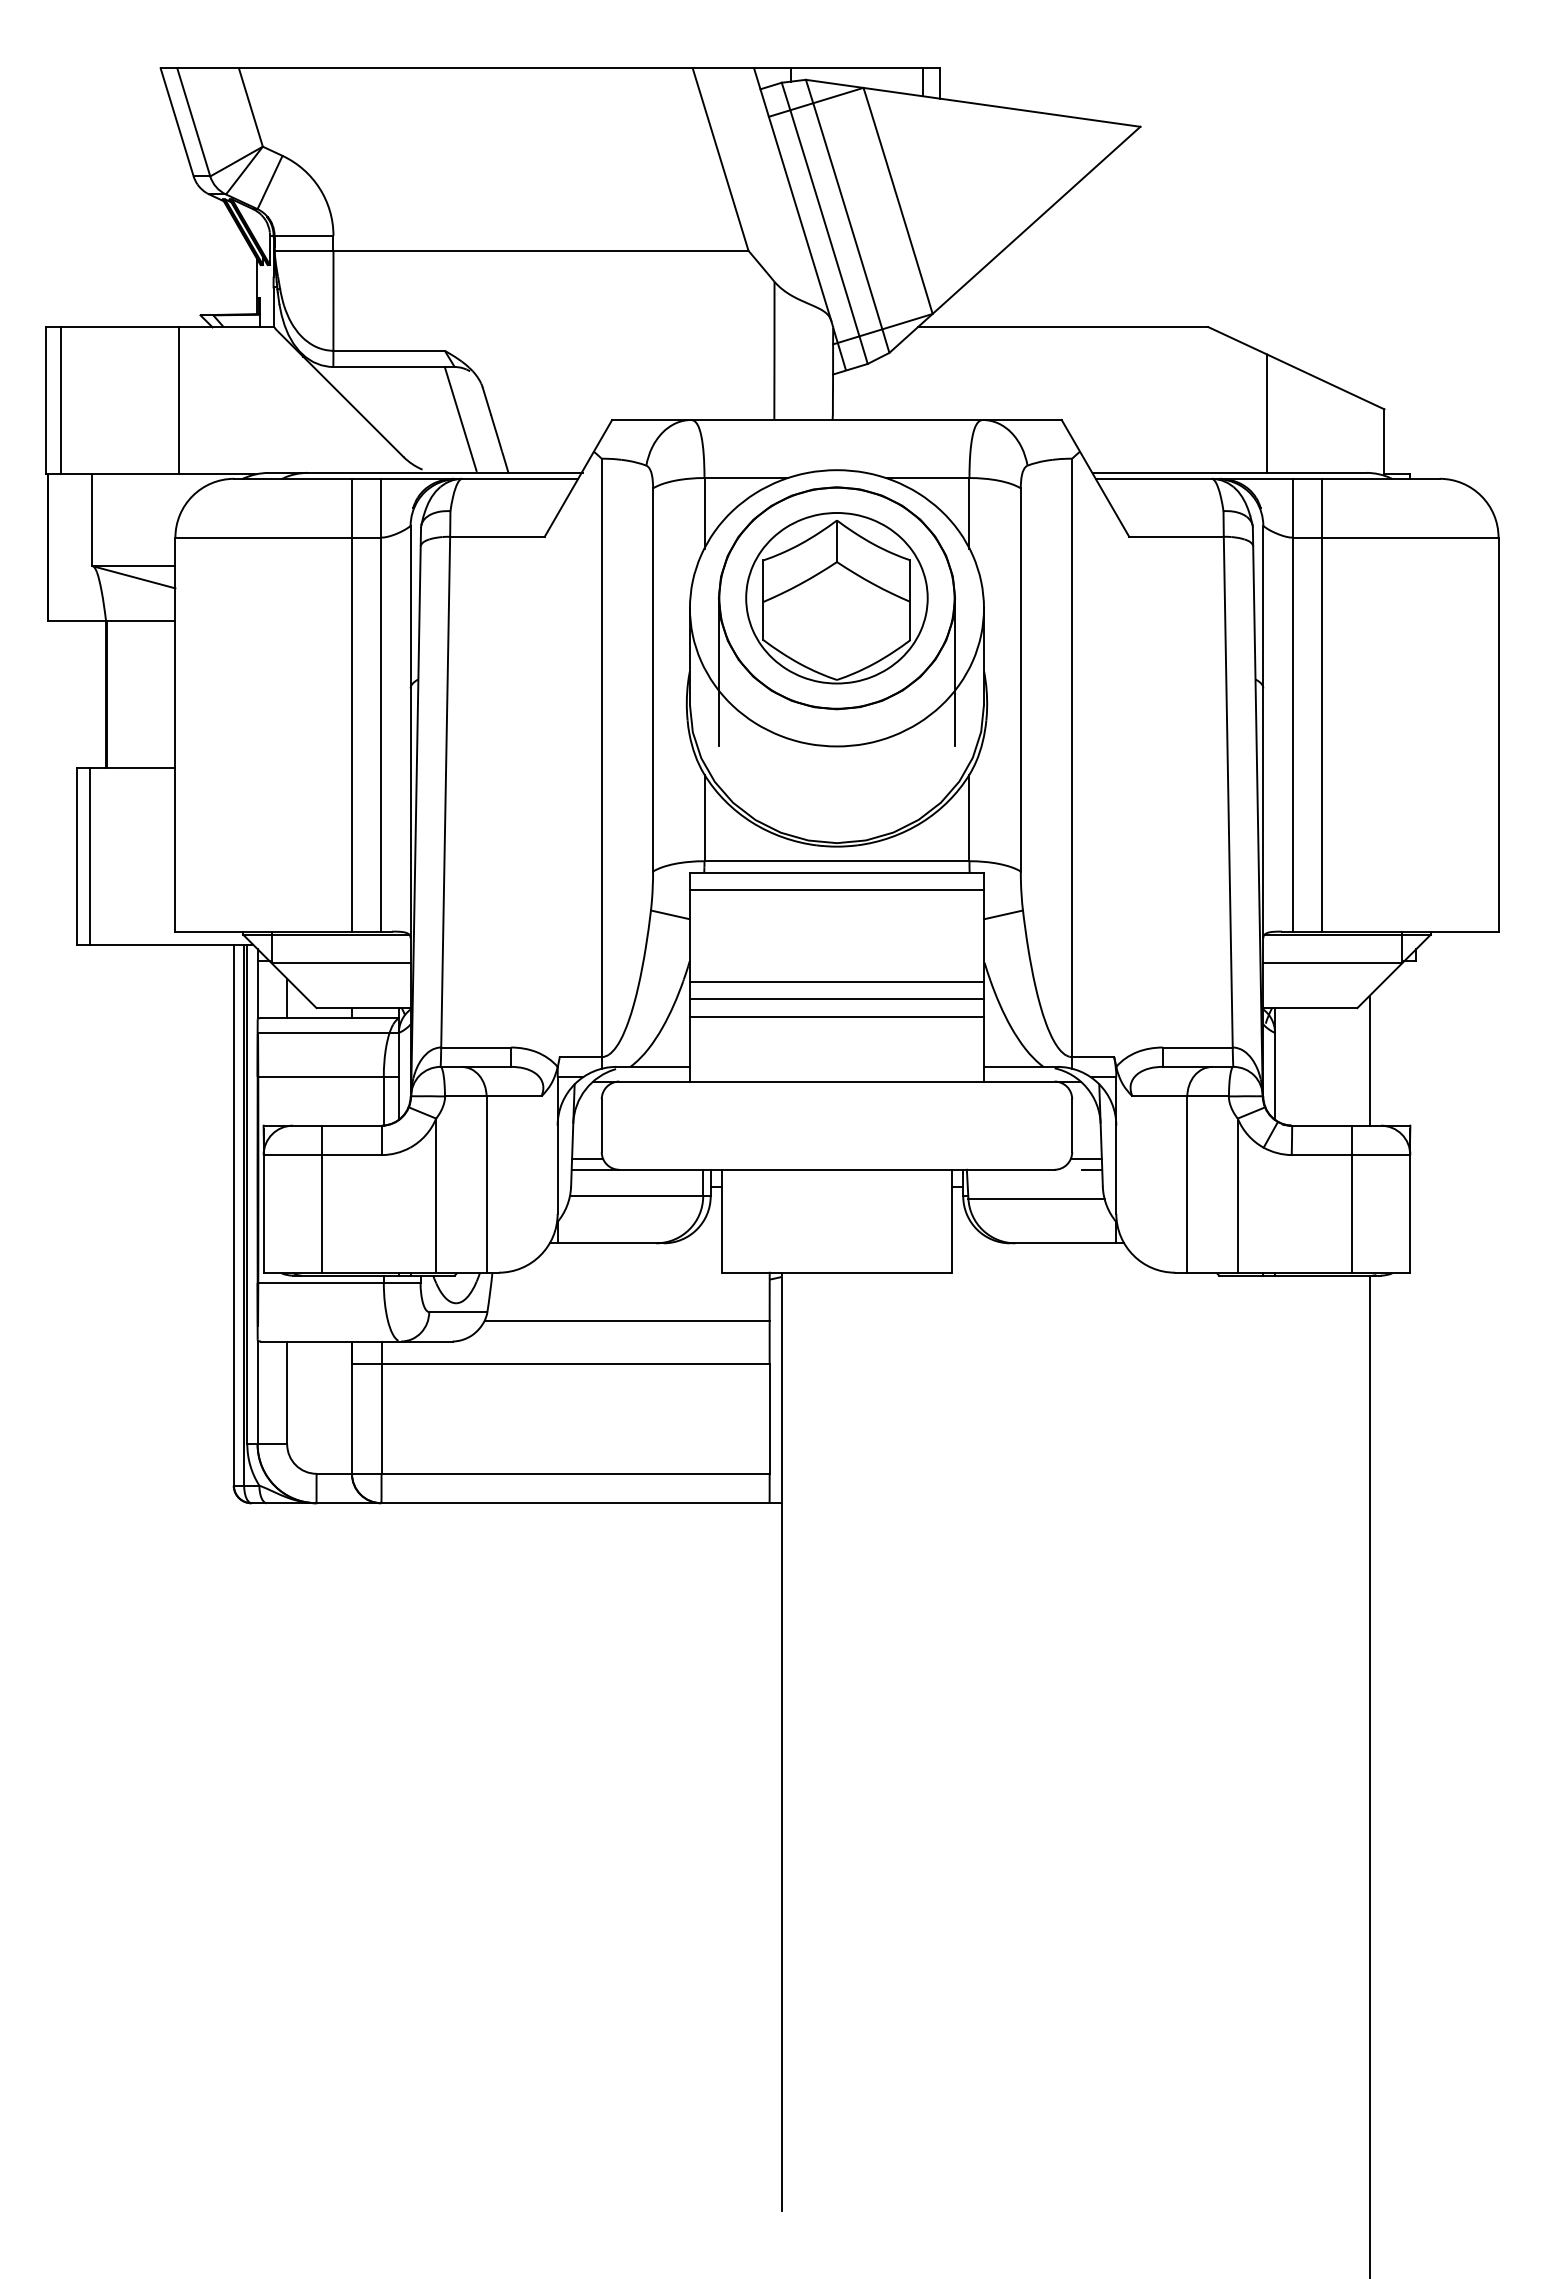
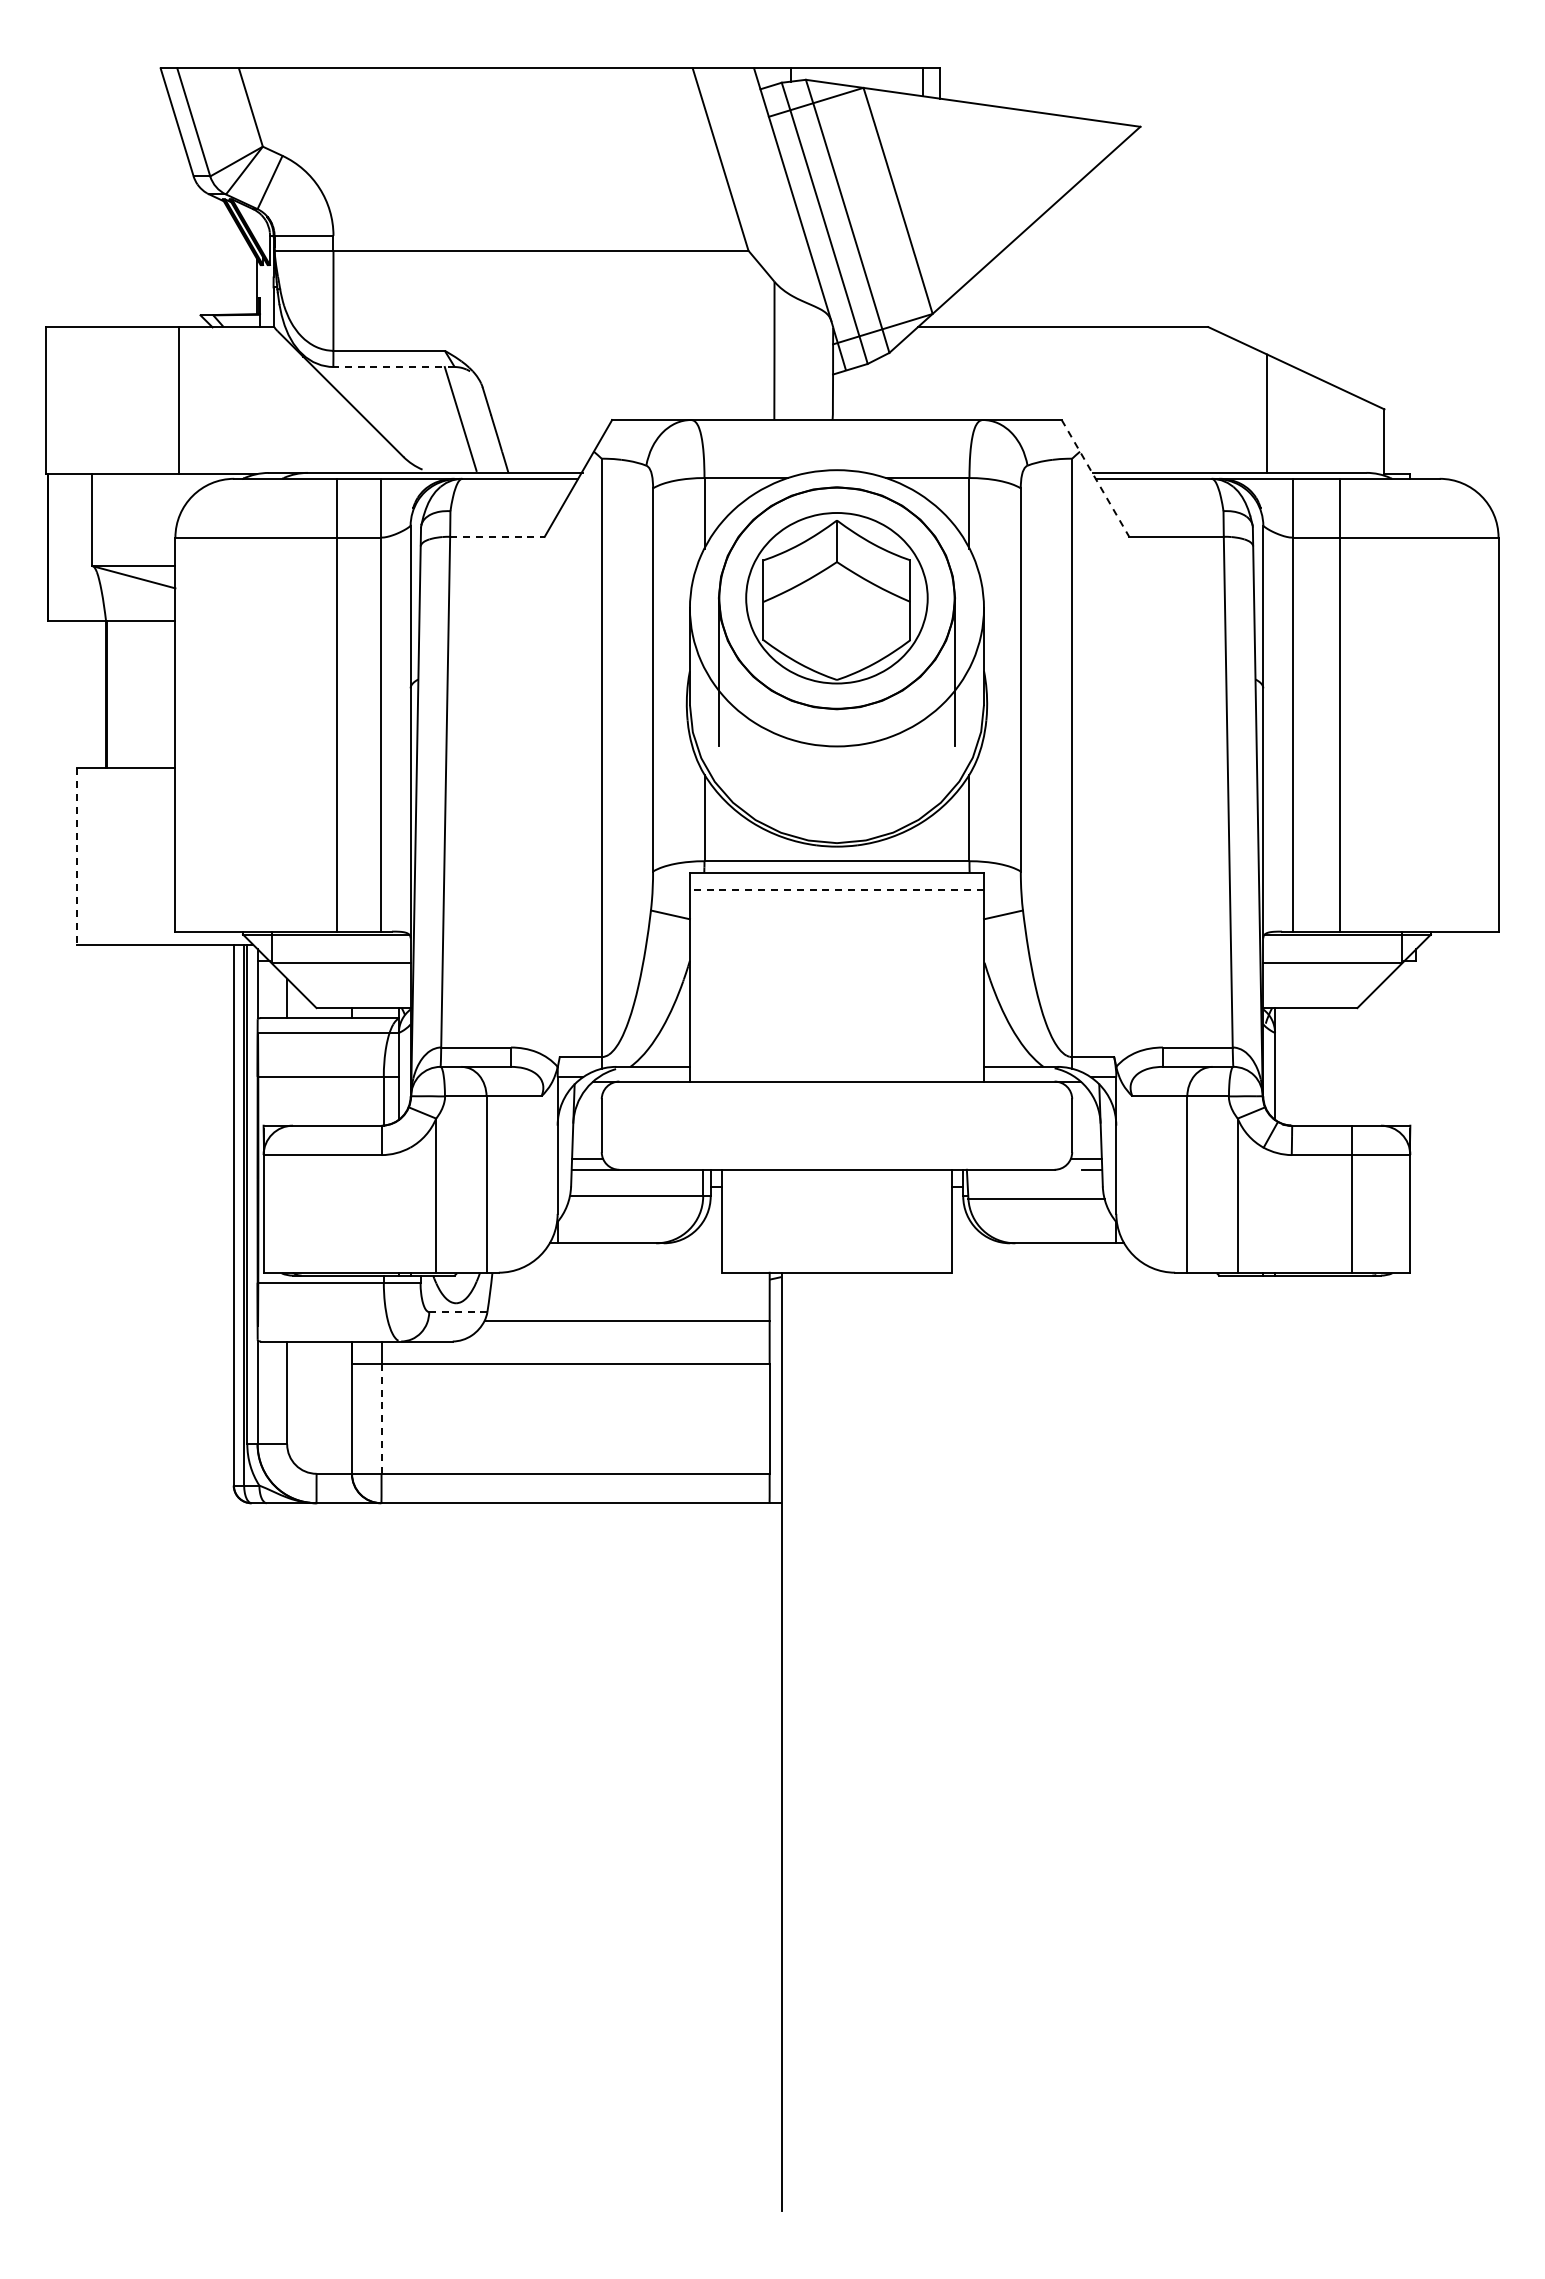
line at (394, 367): solid -> dashed
line at (61, 400): present -> none
line at (1095, 478): solid -> dashed
line at (497, 536): solid -> dashed
line at (351, 704) position: (351, 704) -> (336, 704)
line at (1322, 704) position: (1322, 704) -> (1340, 704)
line at (76, 856): solid -> dashed
line at (90, 856): present -> none
line at (836, 890): solid -> dashed
line at (836, 981): present -> none
line at (836, 999): present -> none
line at (836, 1016): present -> none
line at (1369, 1060): present -> none
line at (322, 1198): present -> none
line at (457, 1312): solid -> dashed
line at (381, 1418): solid -> dashed
line at (1369, 1775): present -> none
